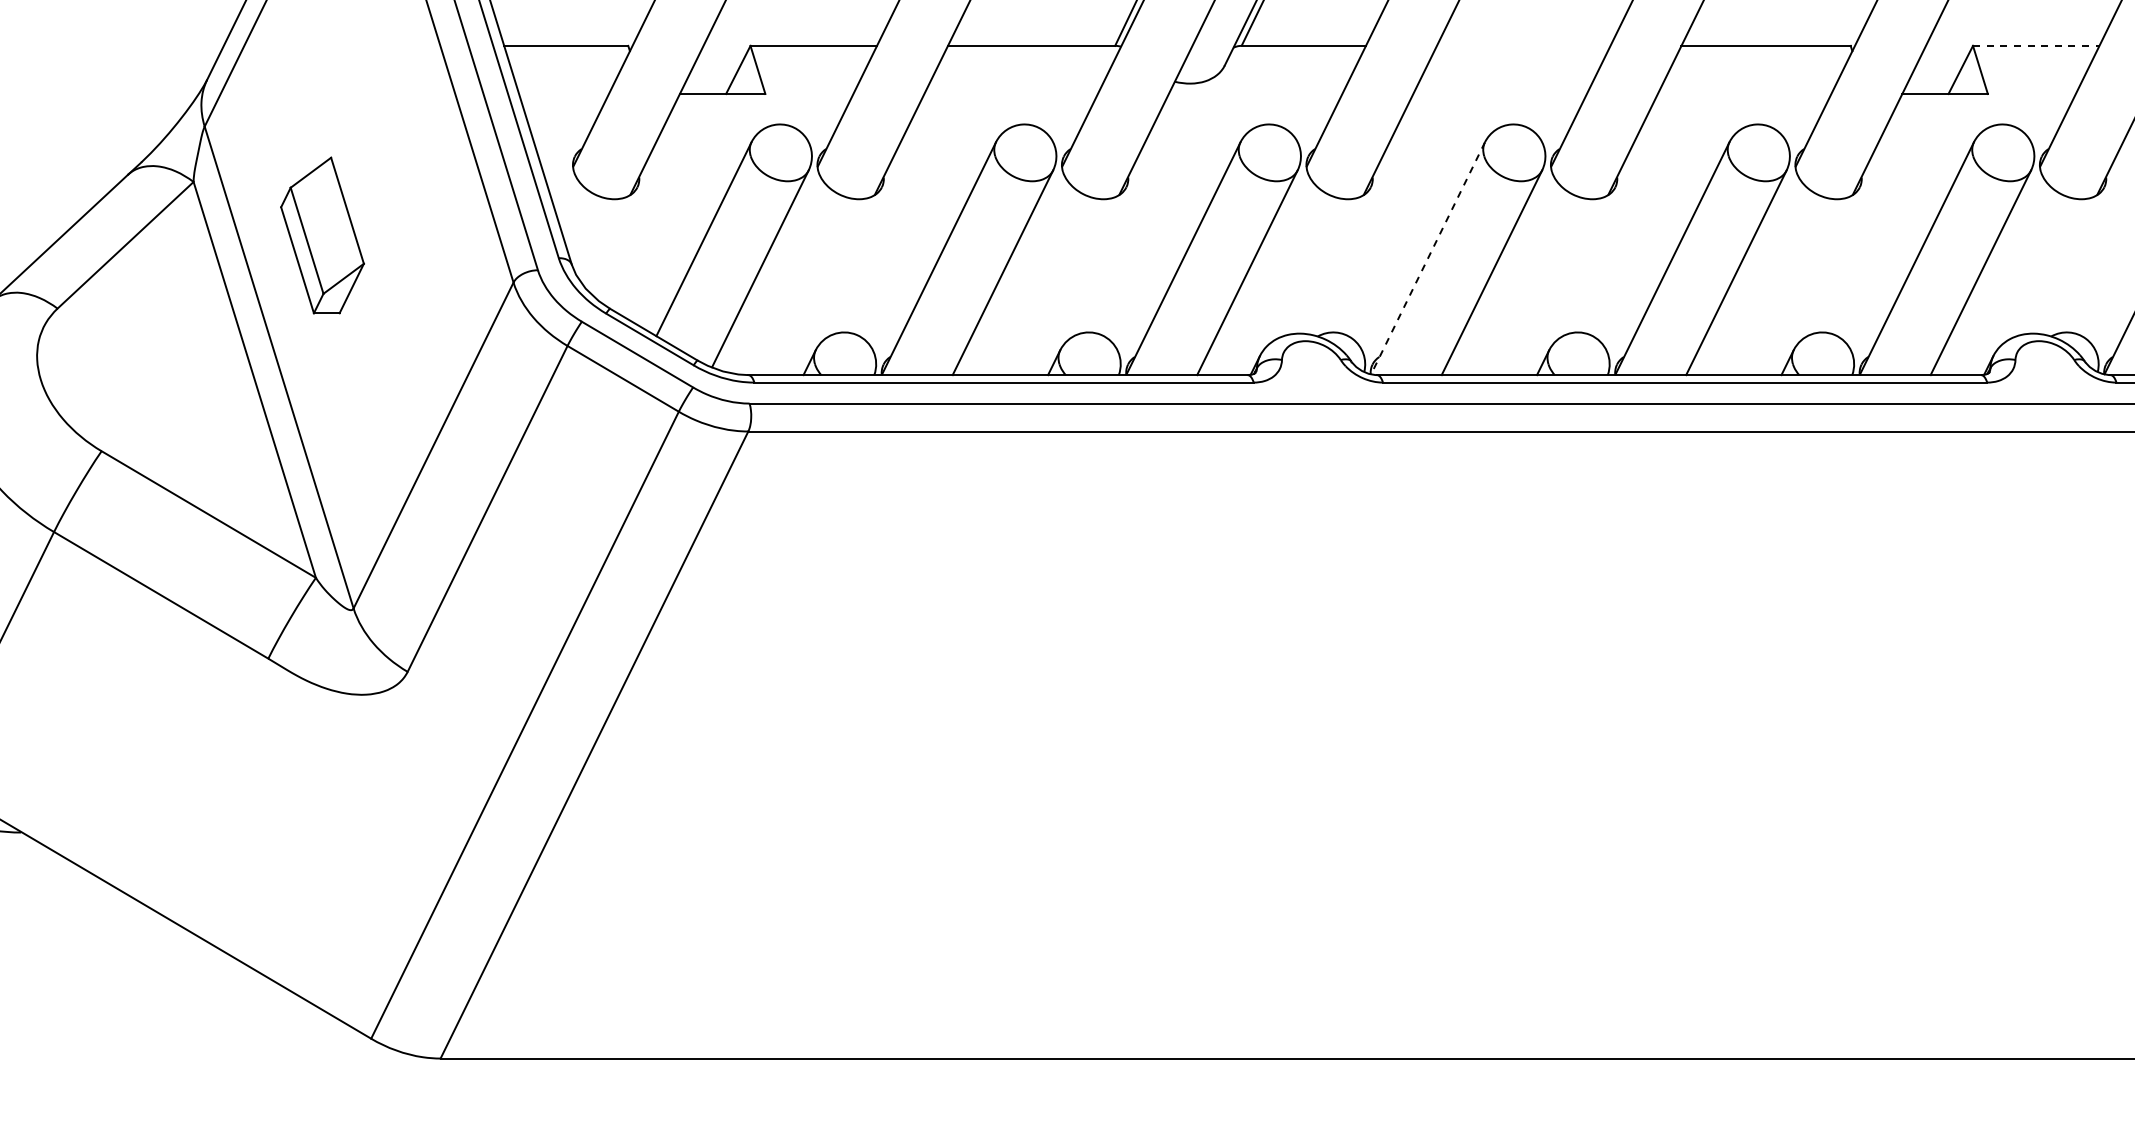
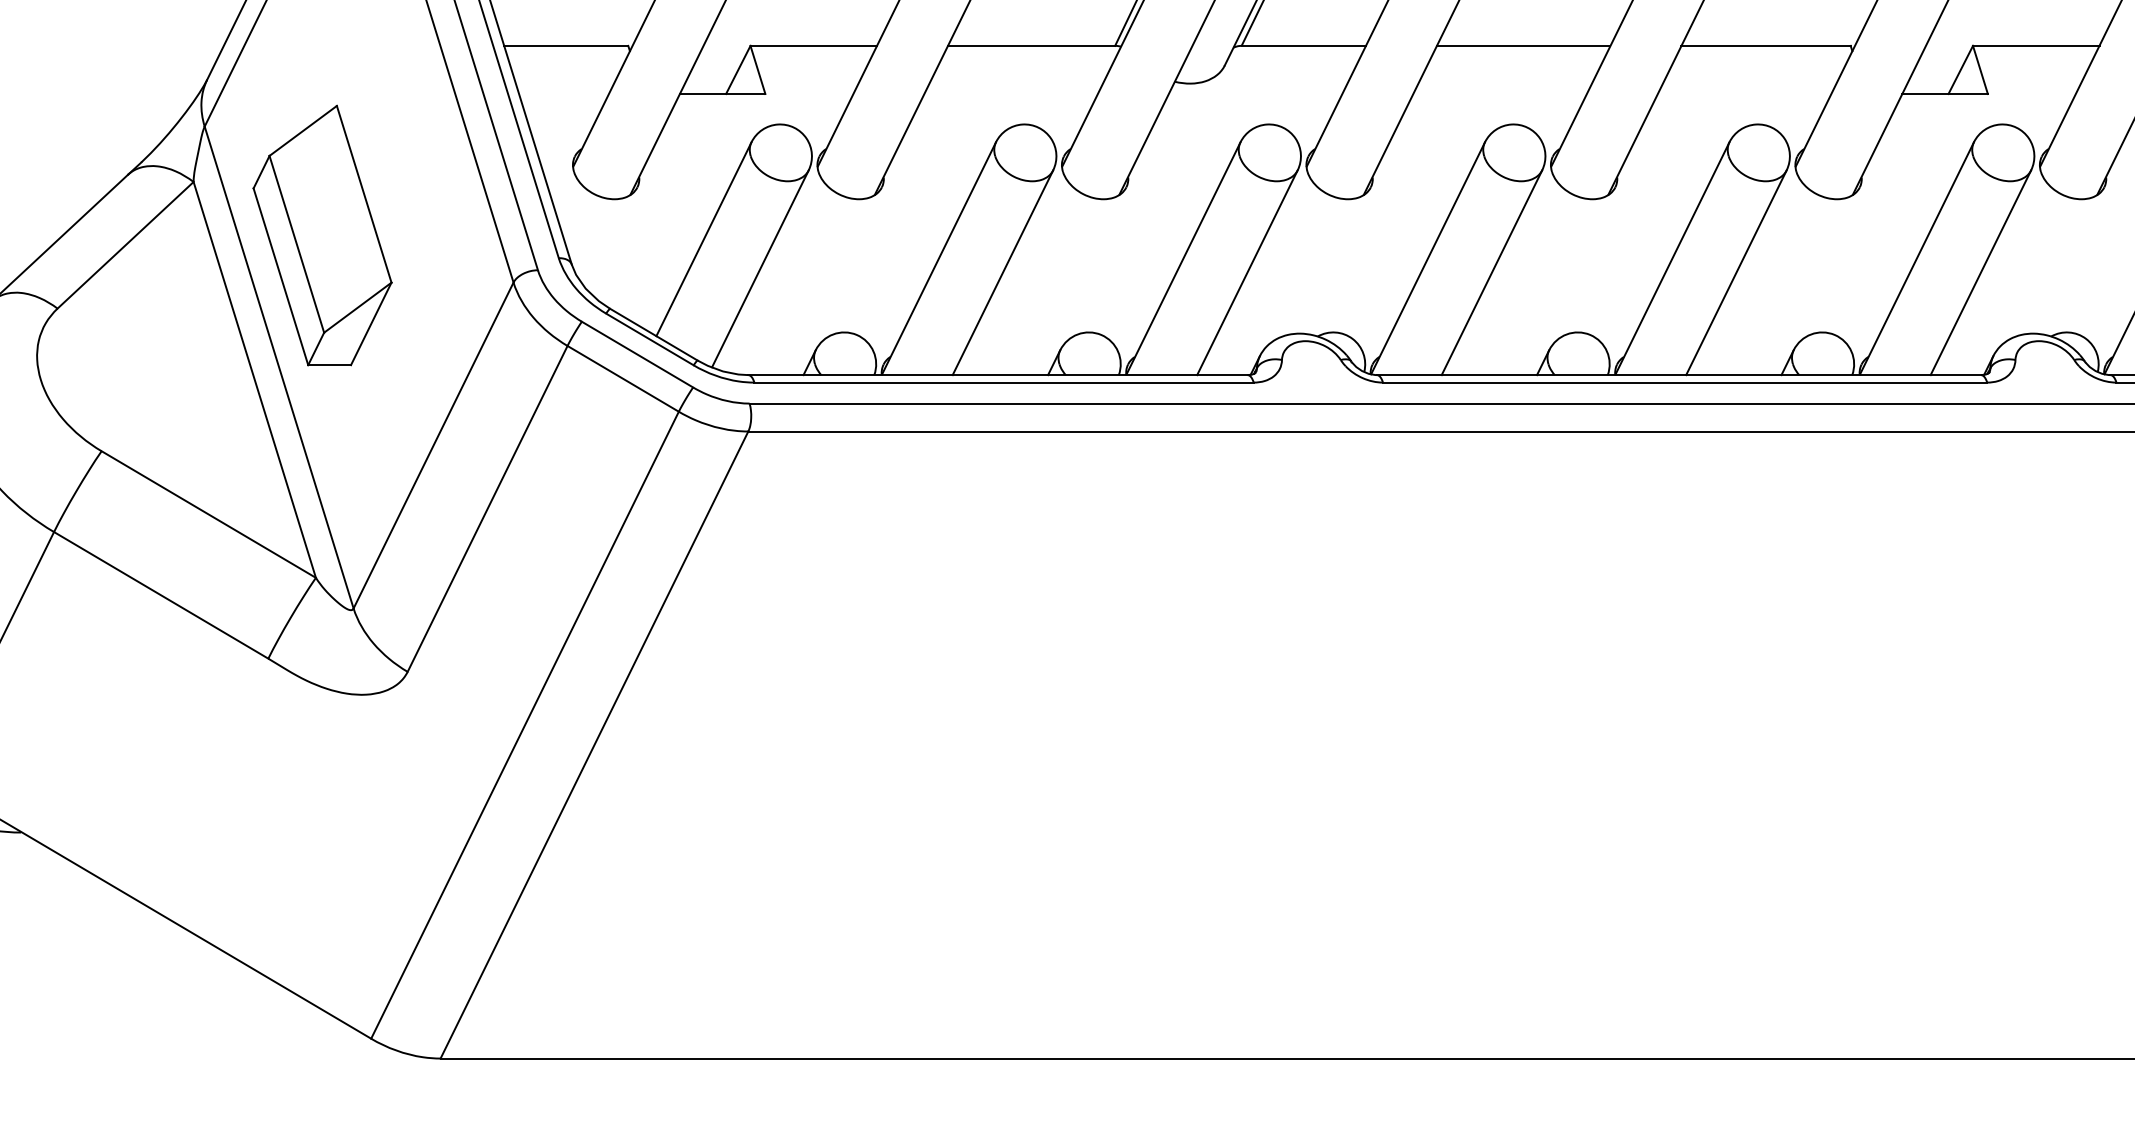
line at (1523, 45): none -> present
line at (2036, 45): dashed -> solid
part at (322, 235) size: 85x159 px -> 141x263 px
line at (1427, 258): dashed -> solid
